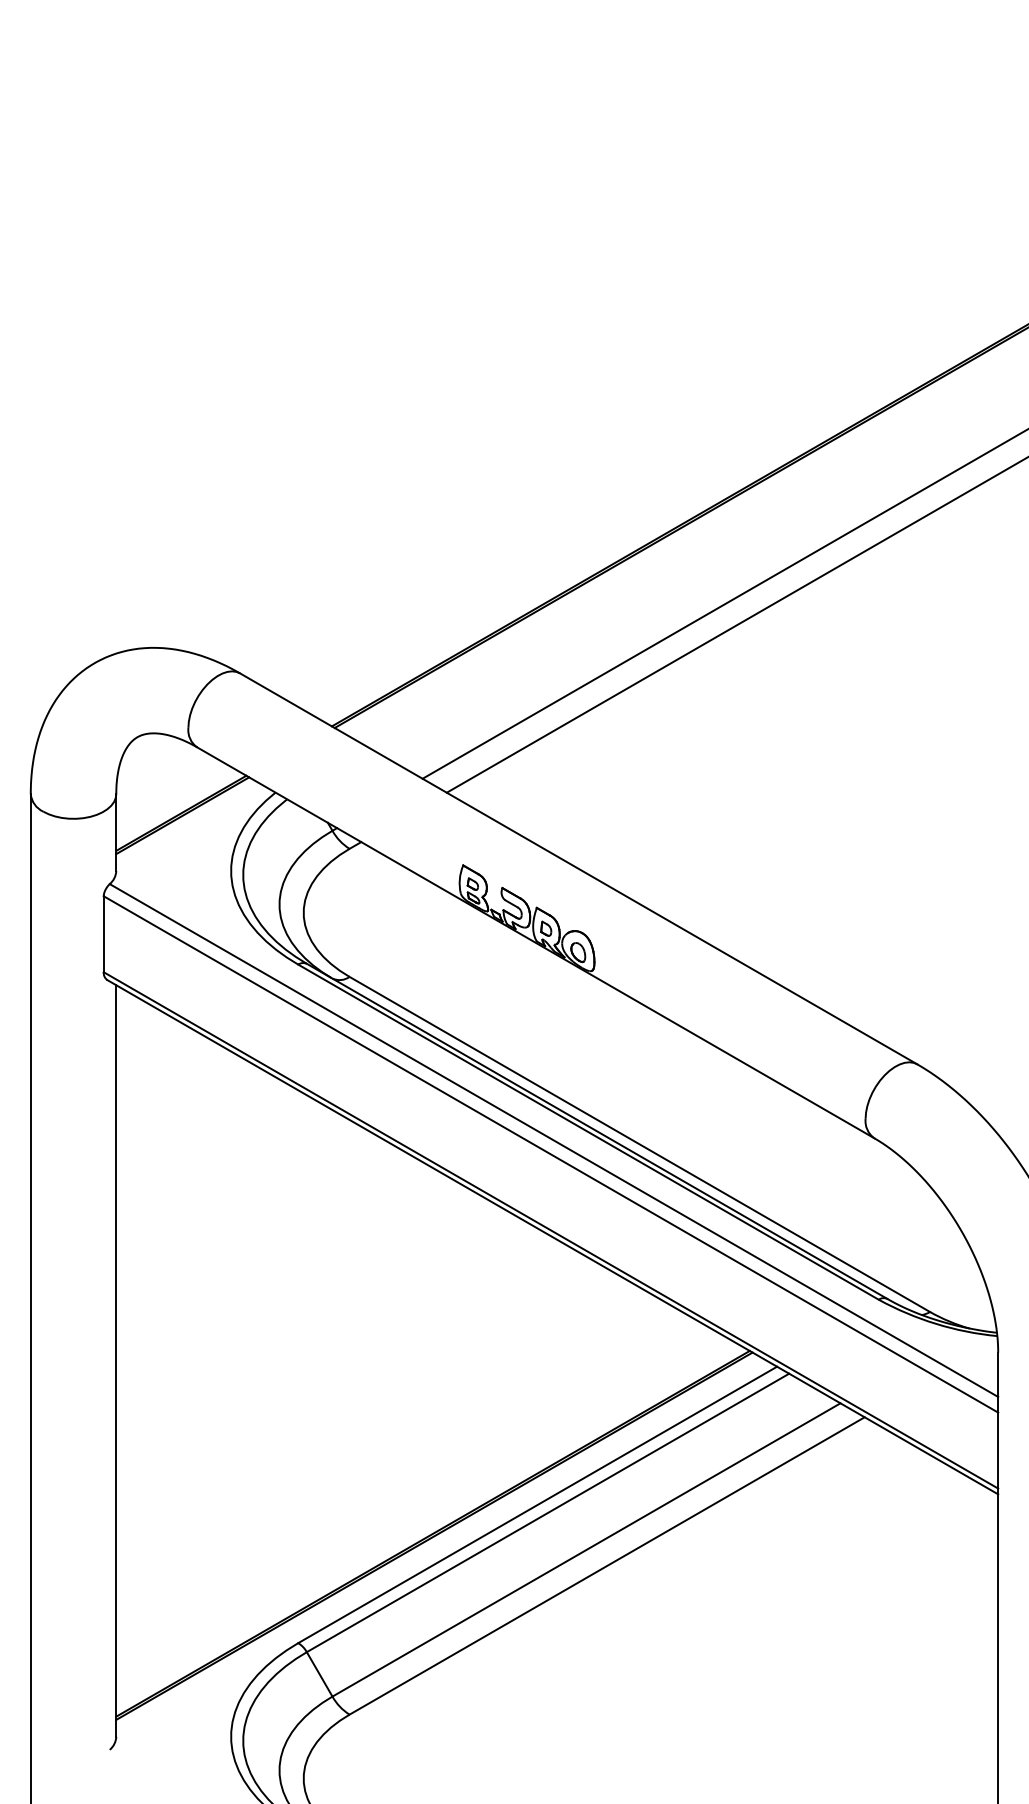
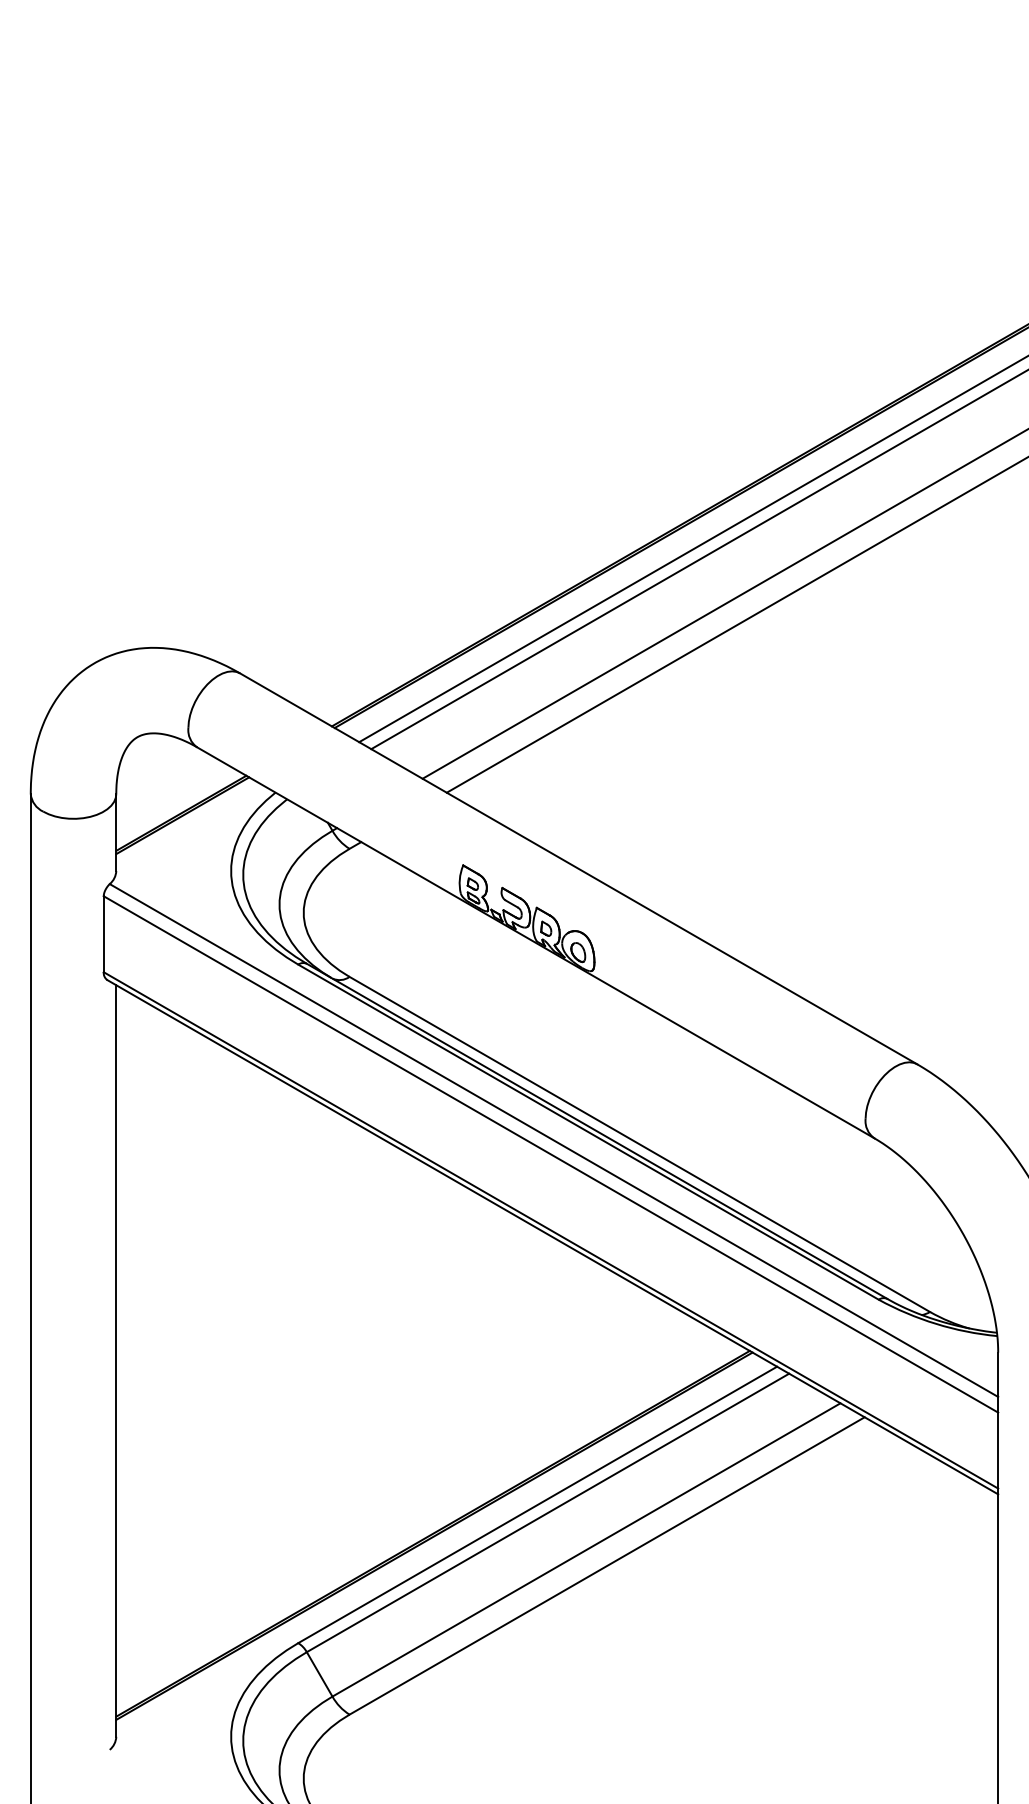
line at (692, 549): none -> present
line at (698, 560): none -> present
